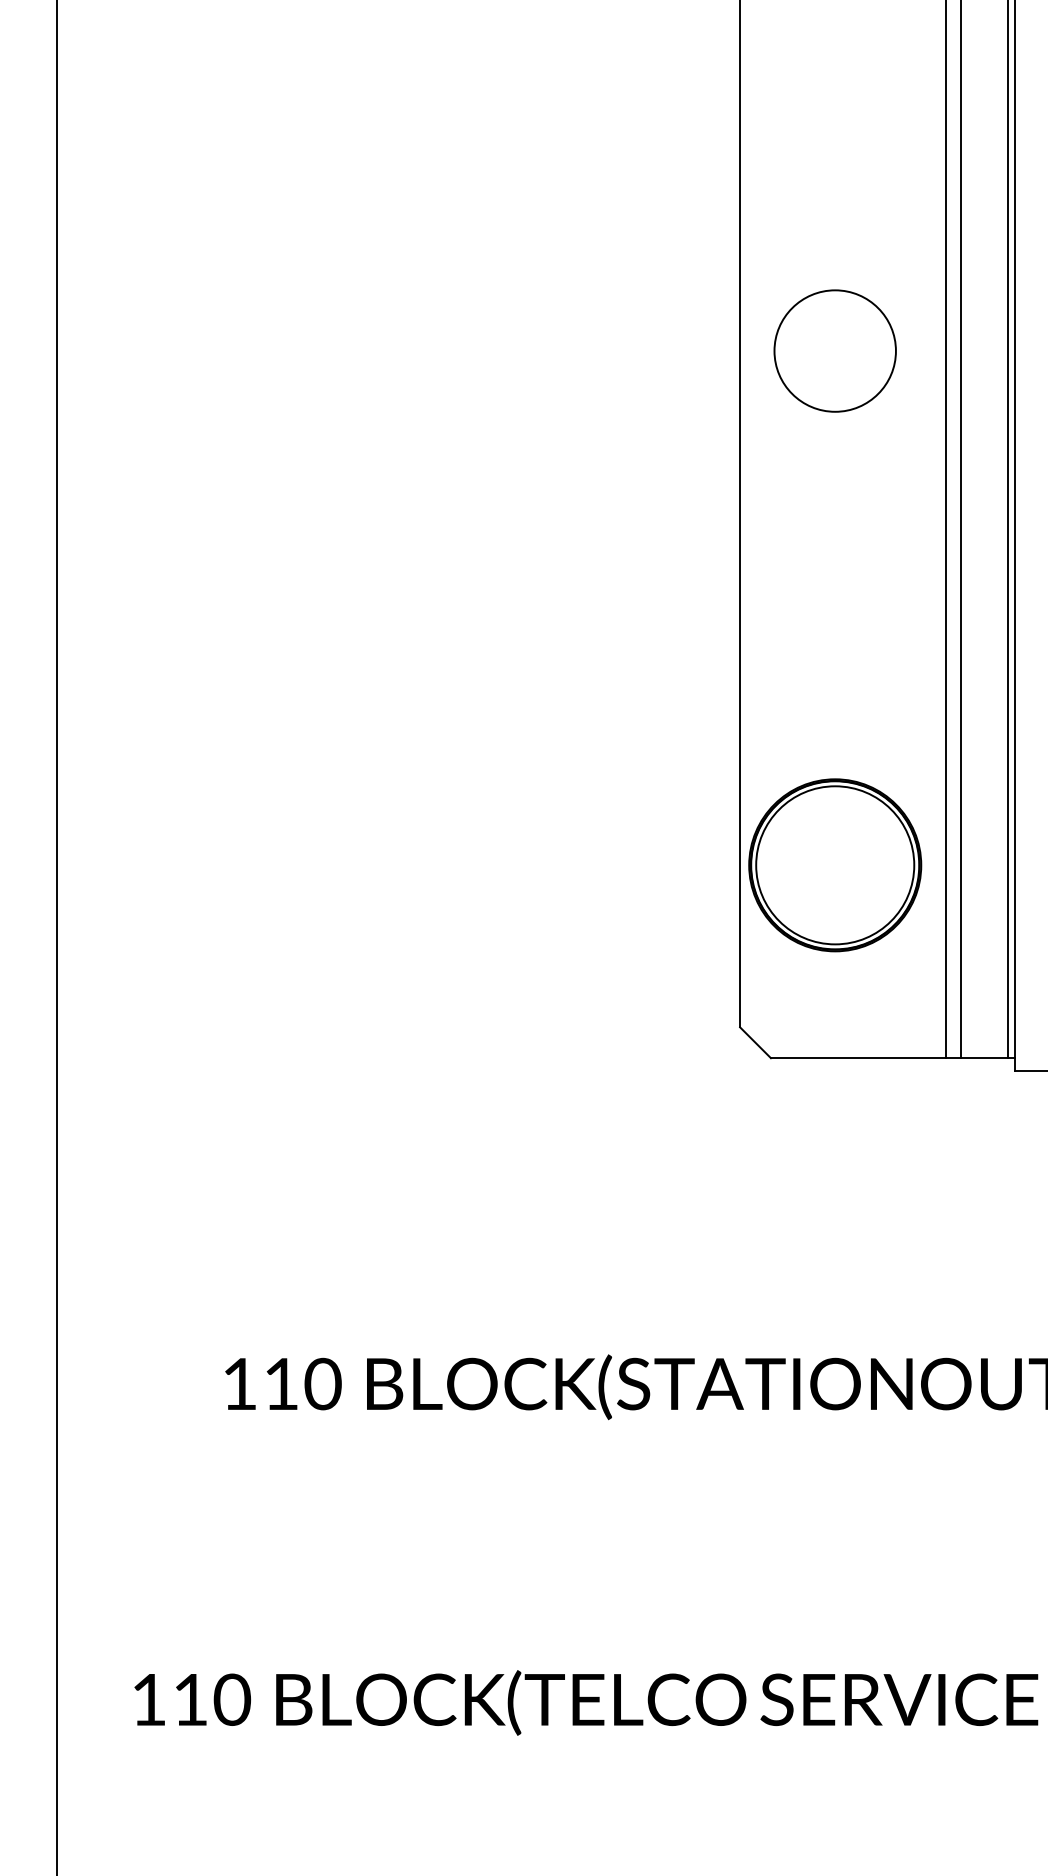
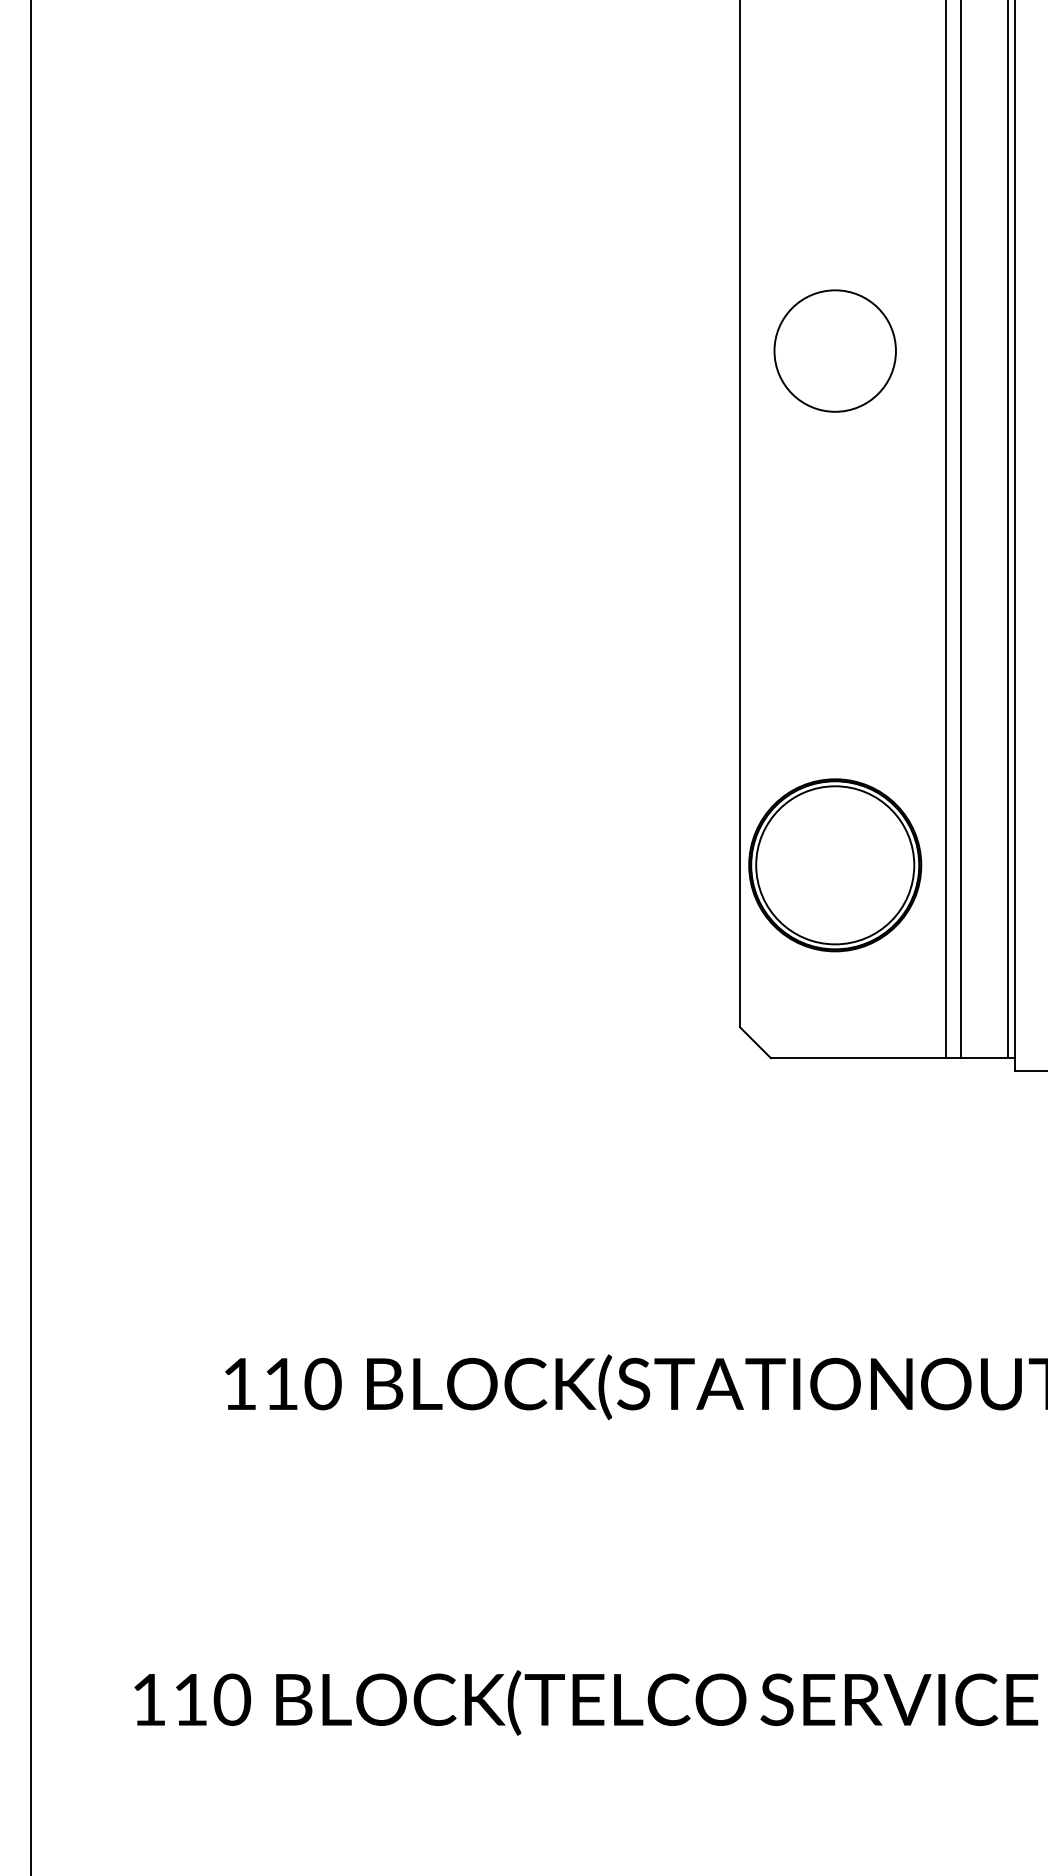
line at (57, 937) position: (57, 937) -> (31, 937)
